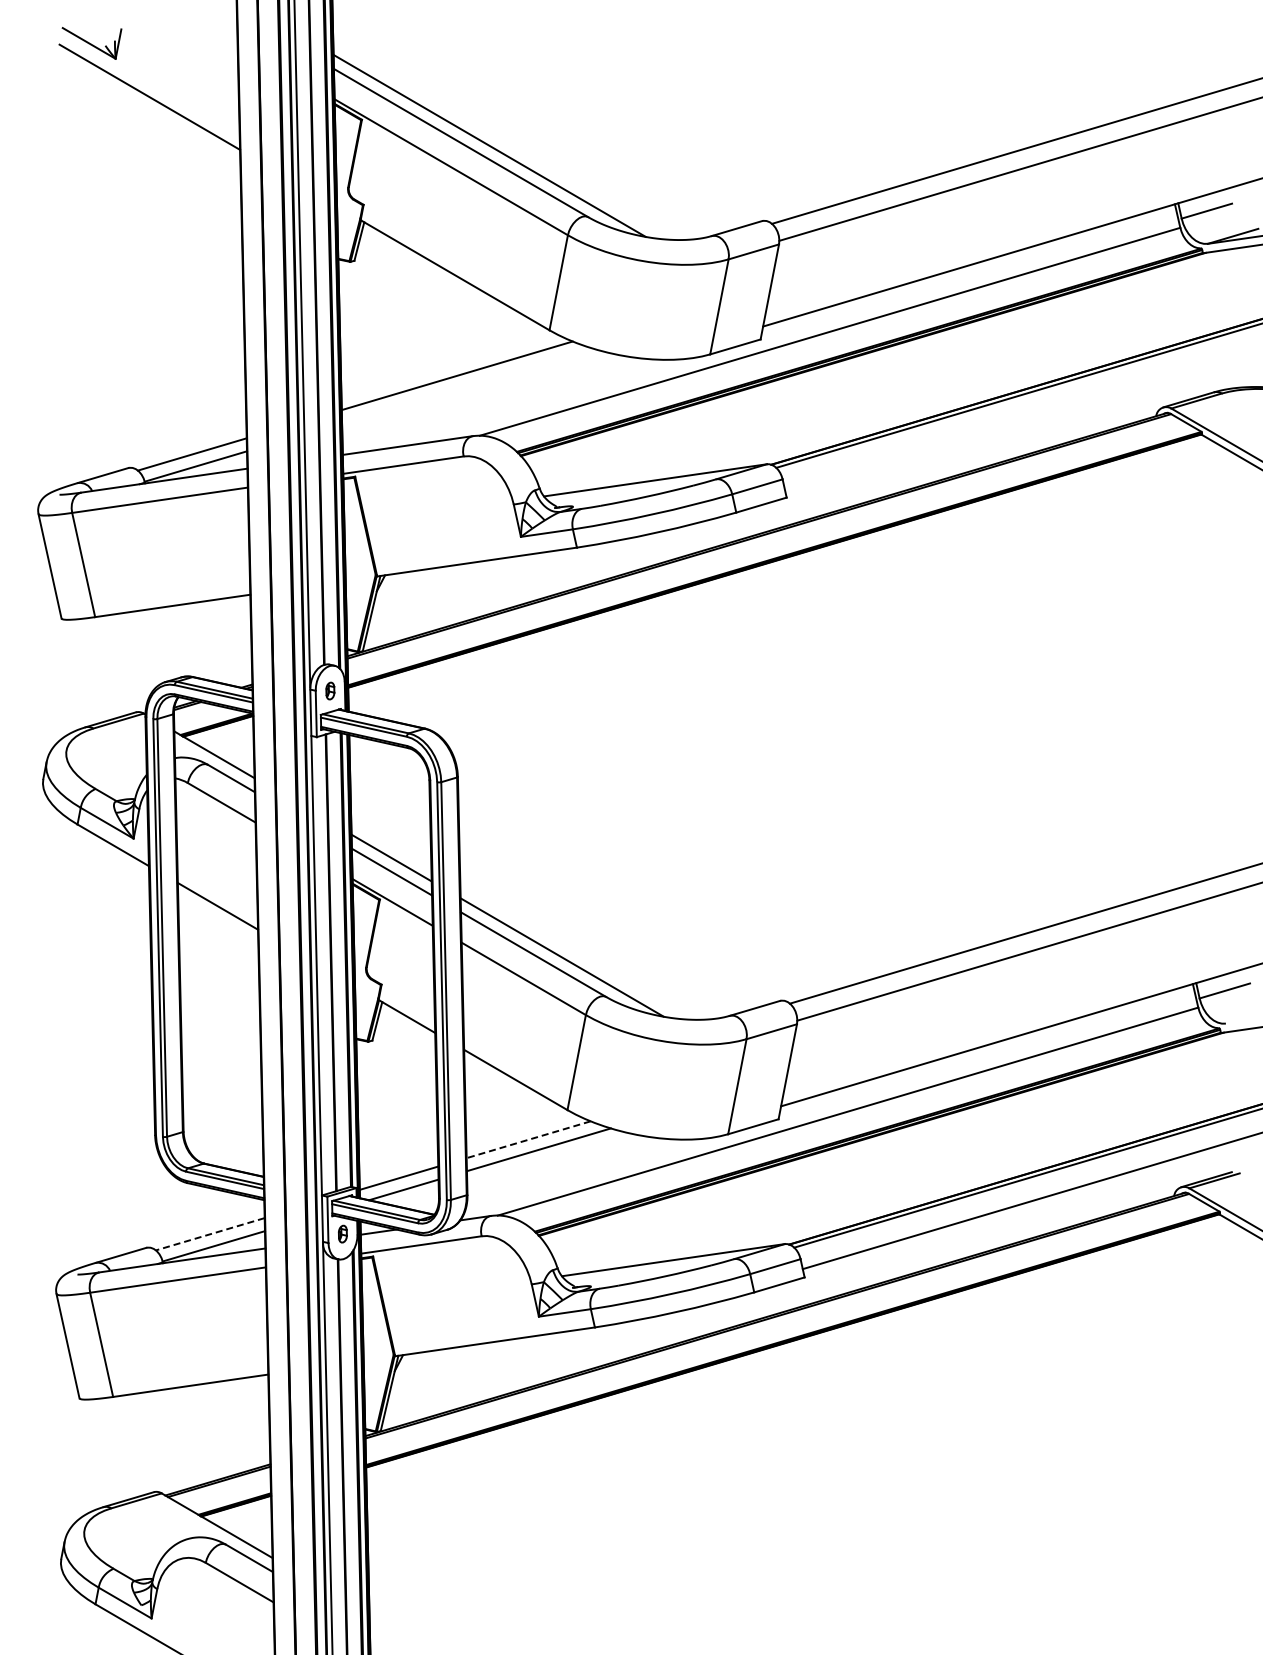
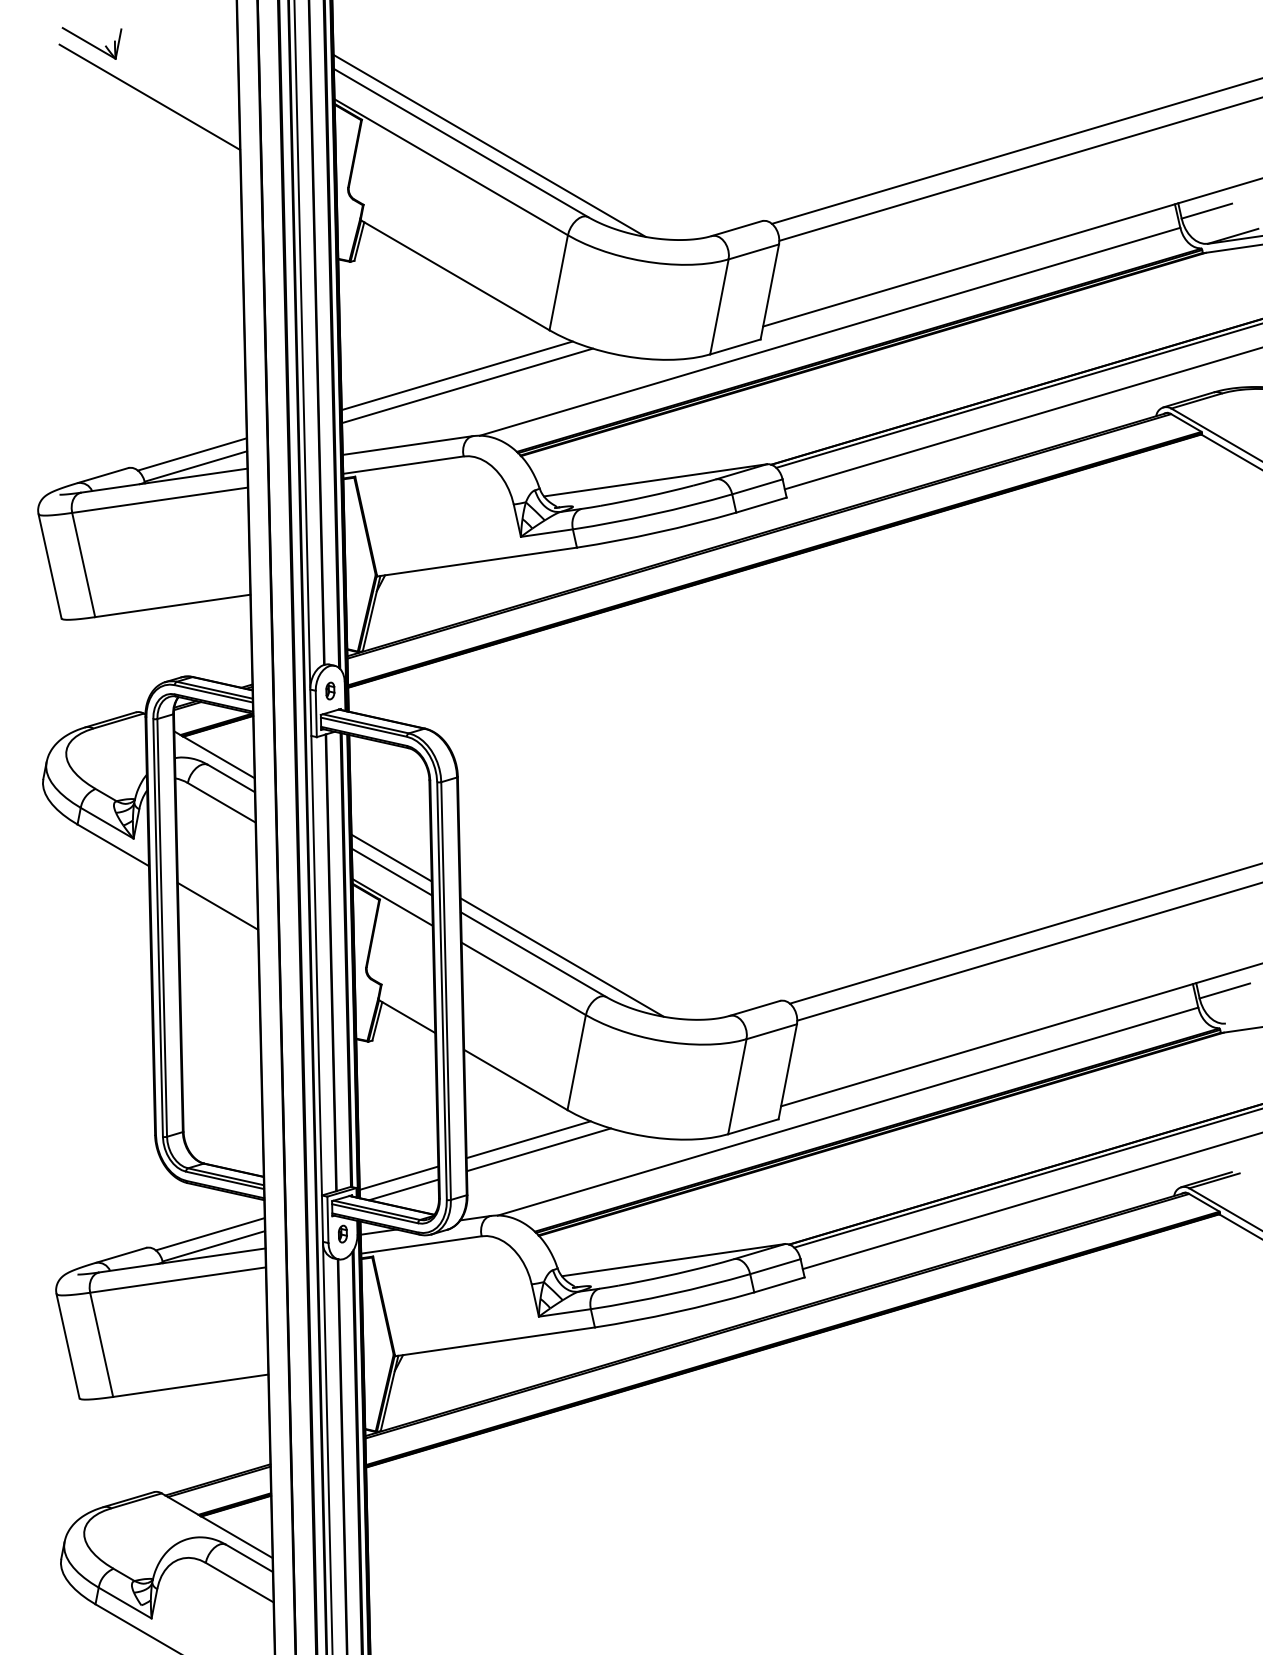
line at (467, 385): none -> present
line at (1021, 418): none -> present
line at (528, 1139): dashed -> solid
line at (210, 1234): dashed -> solid
